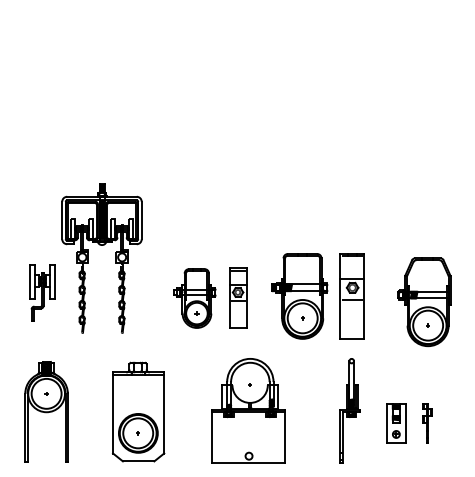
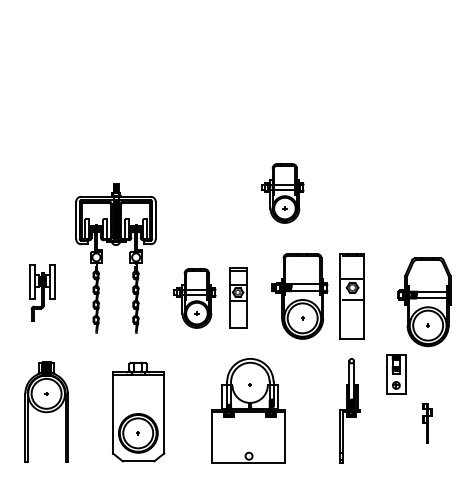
part at (282, 193): none -> present
part at (101, 245) position: (101, 245) -> (115, 245)
part at (396, 423) position: (396, 423) -> (396, 374)
